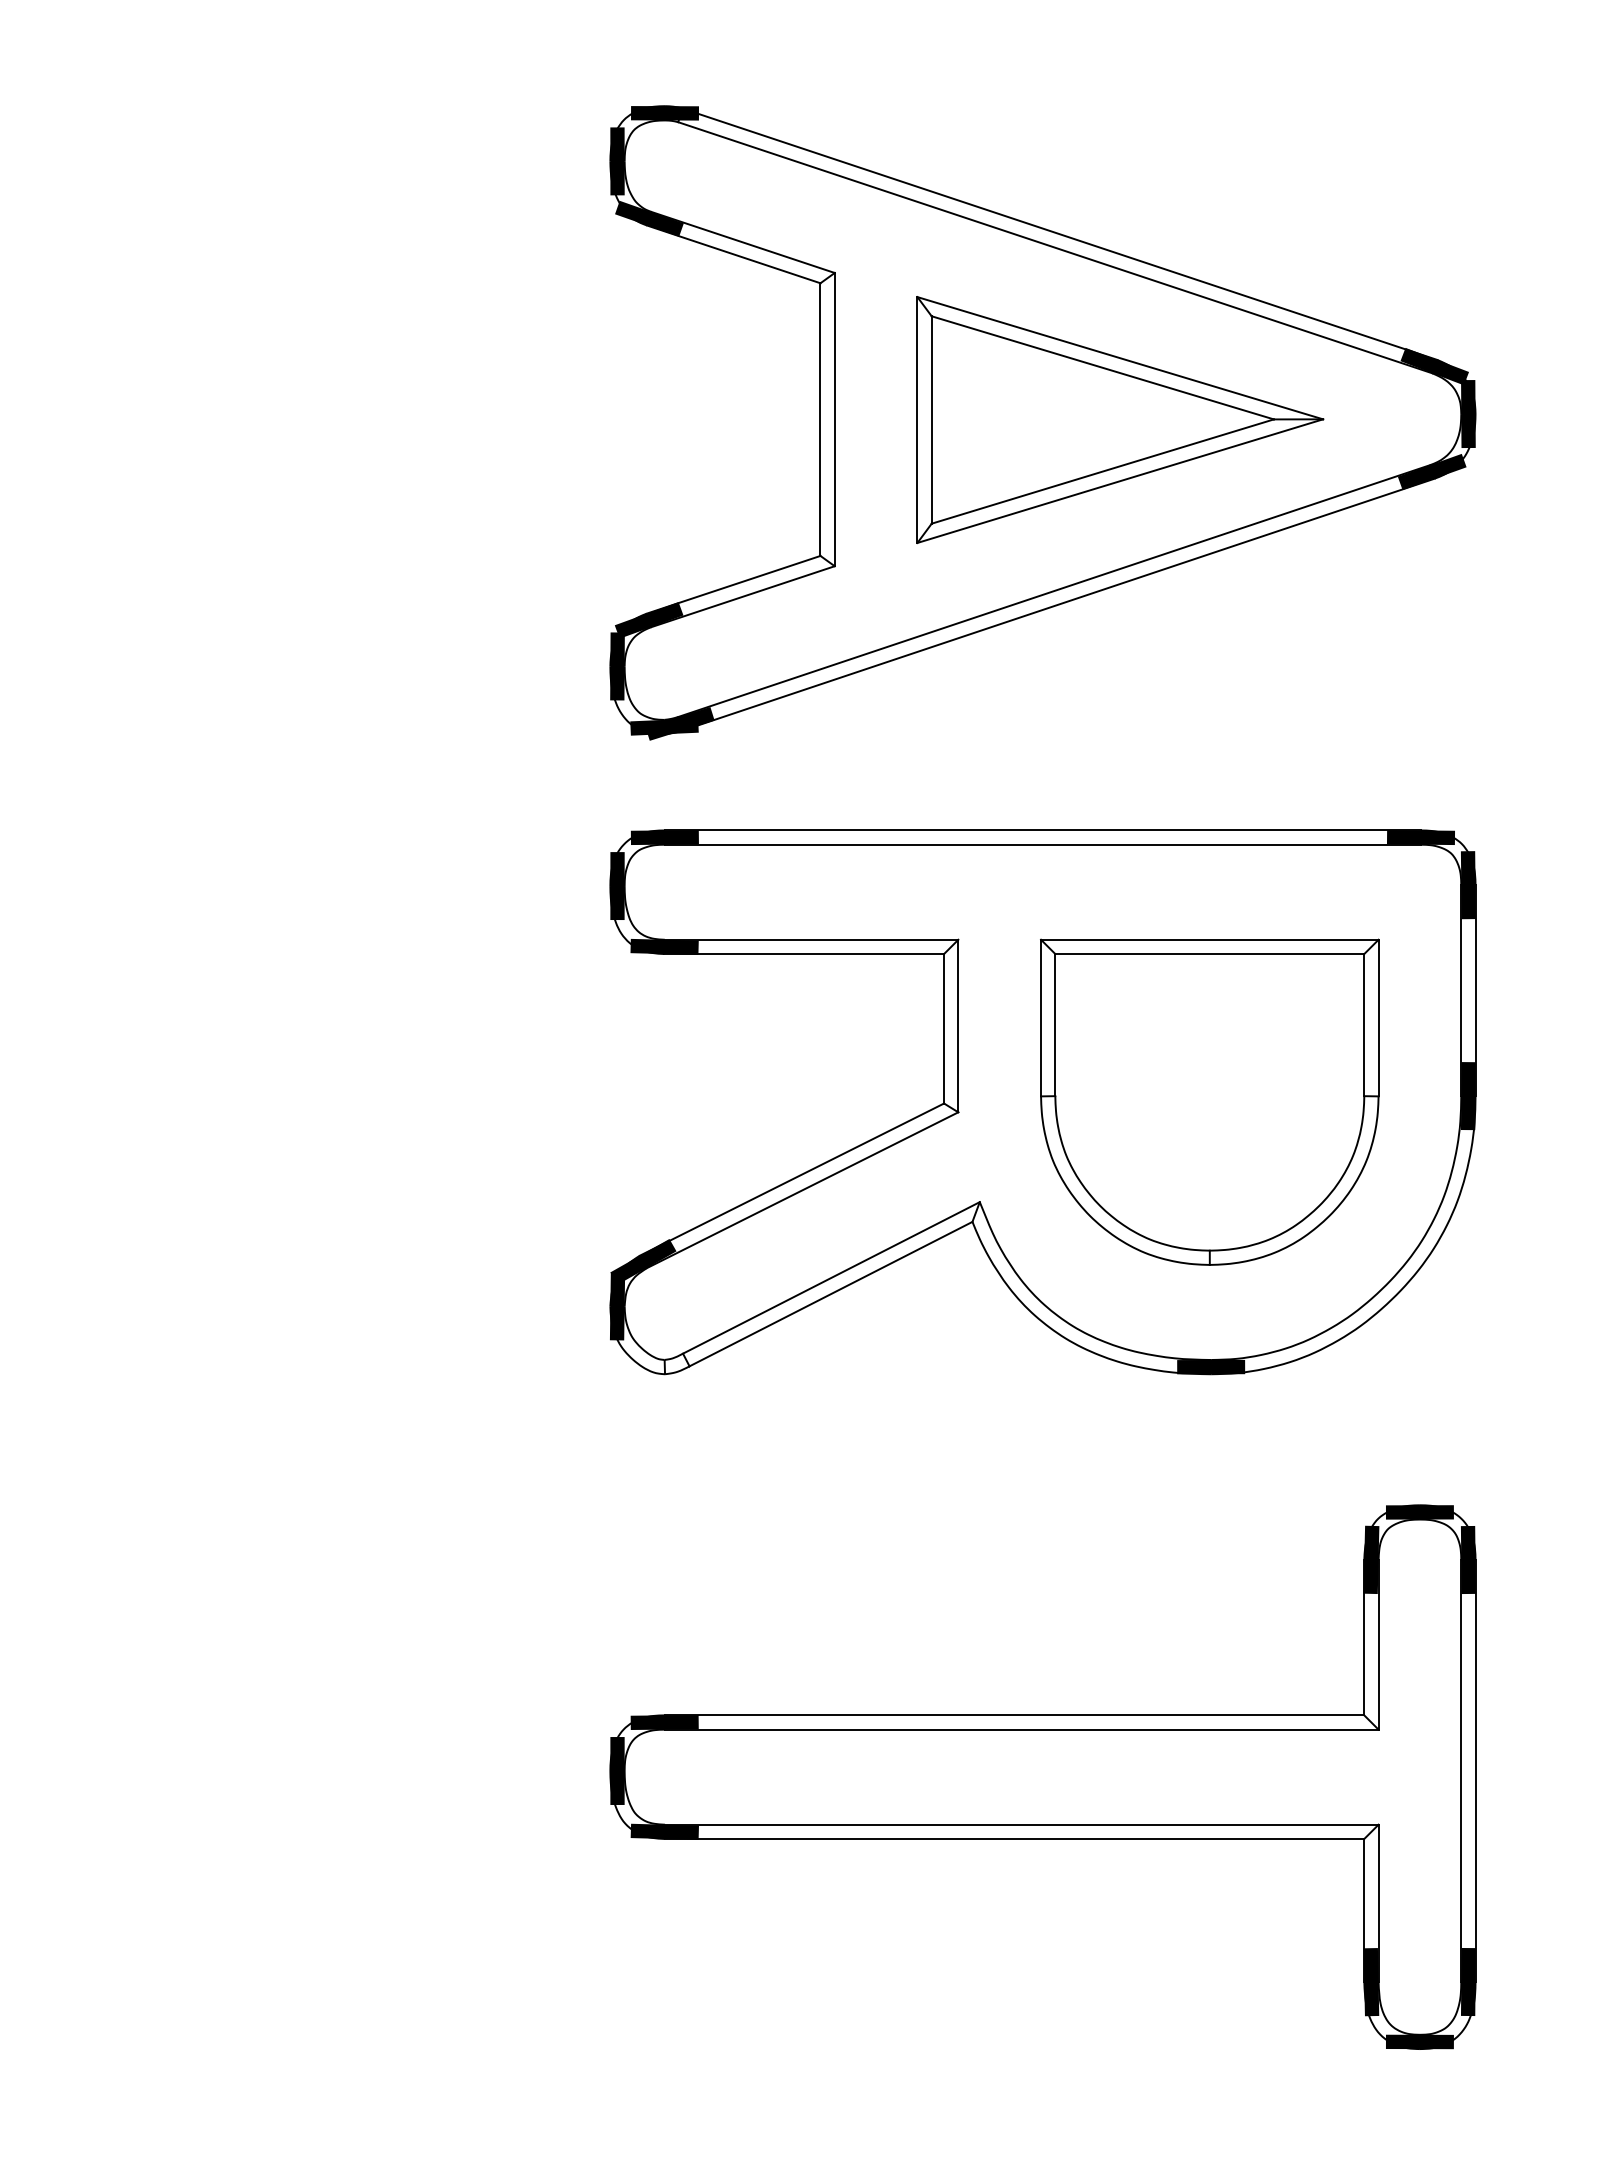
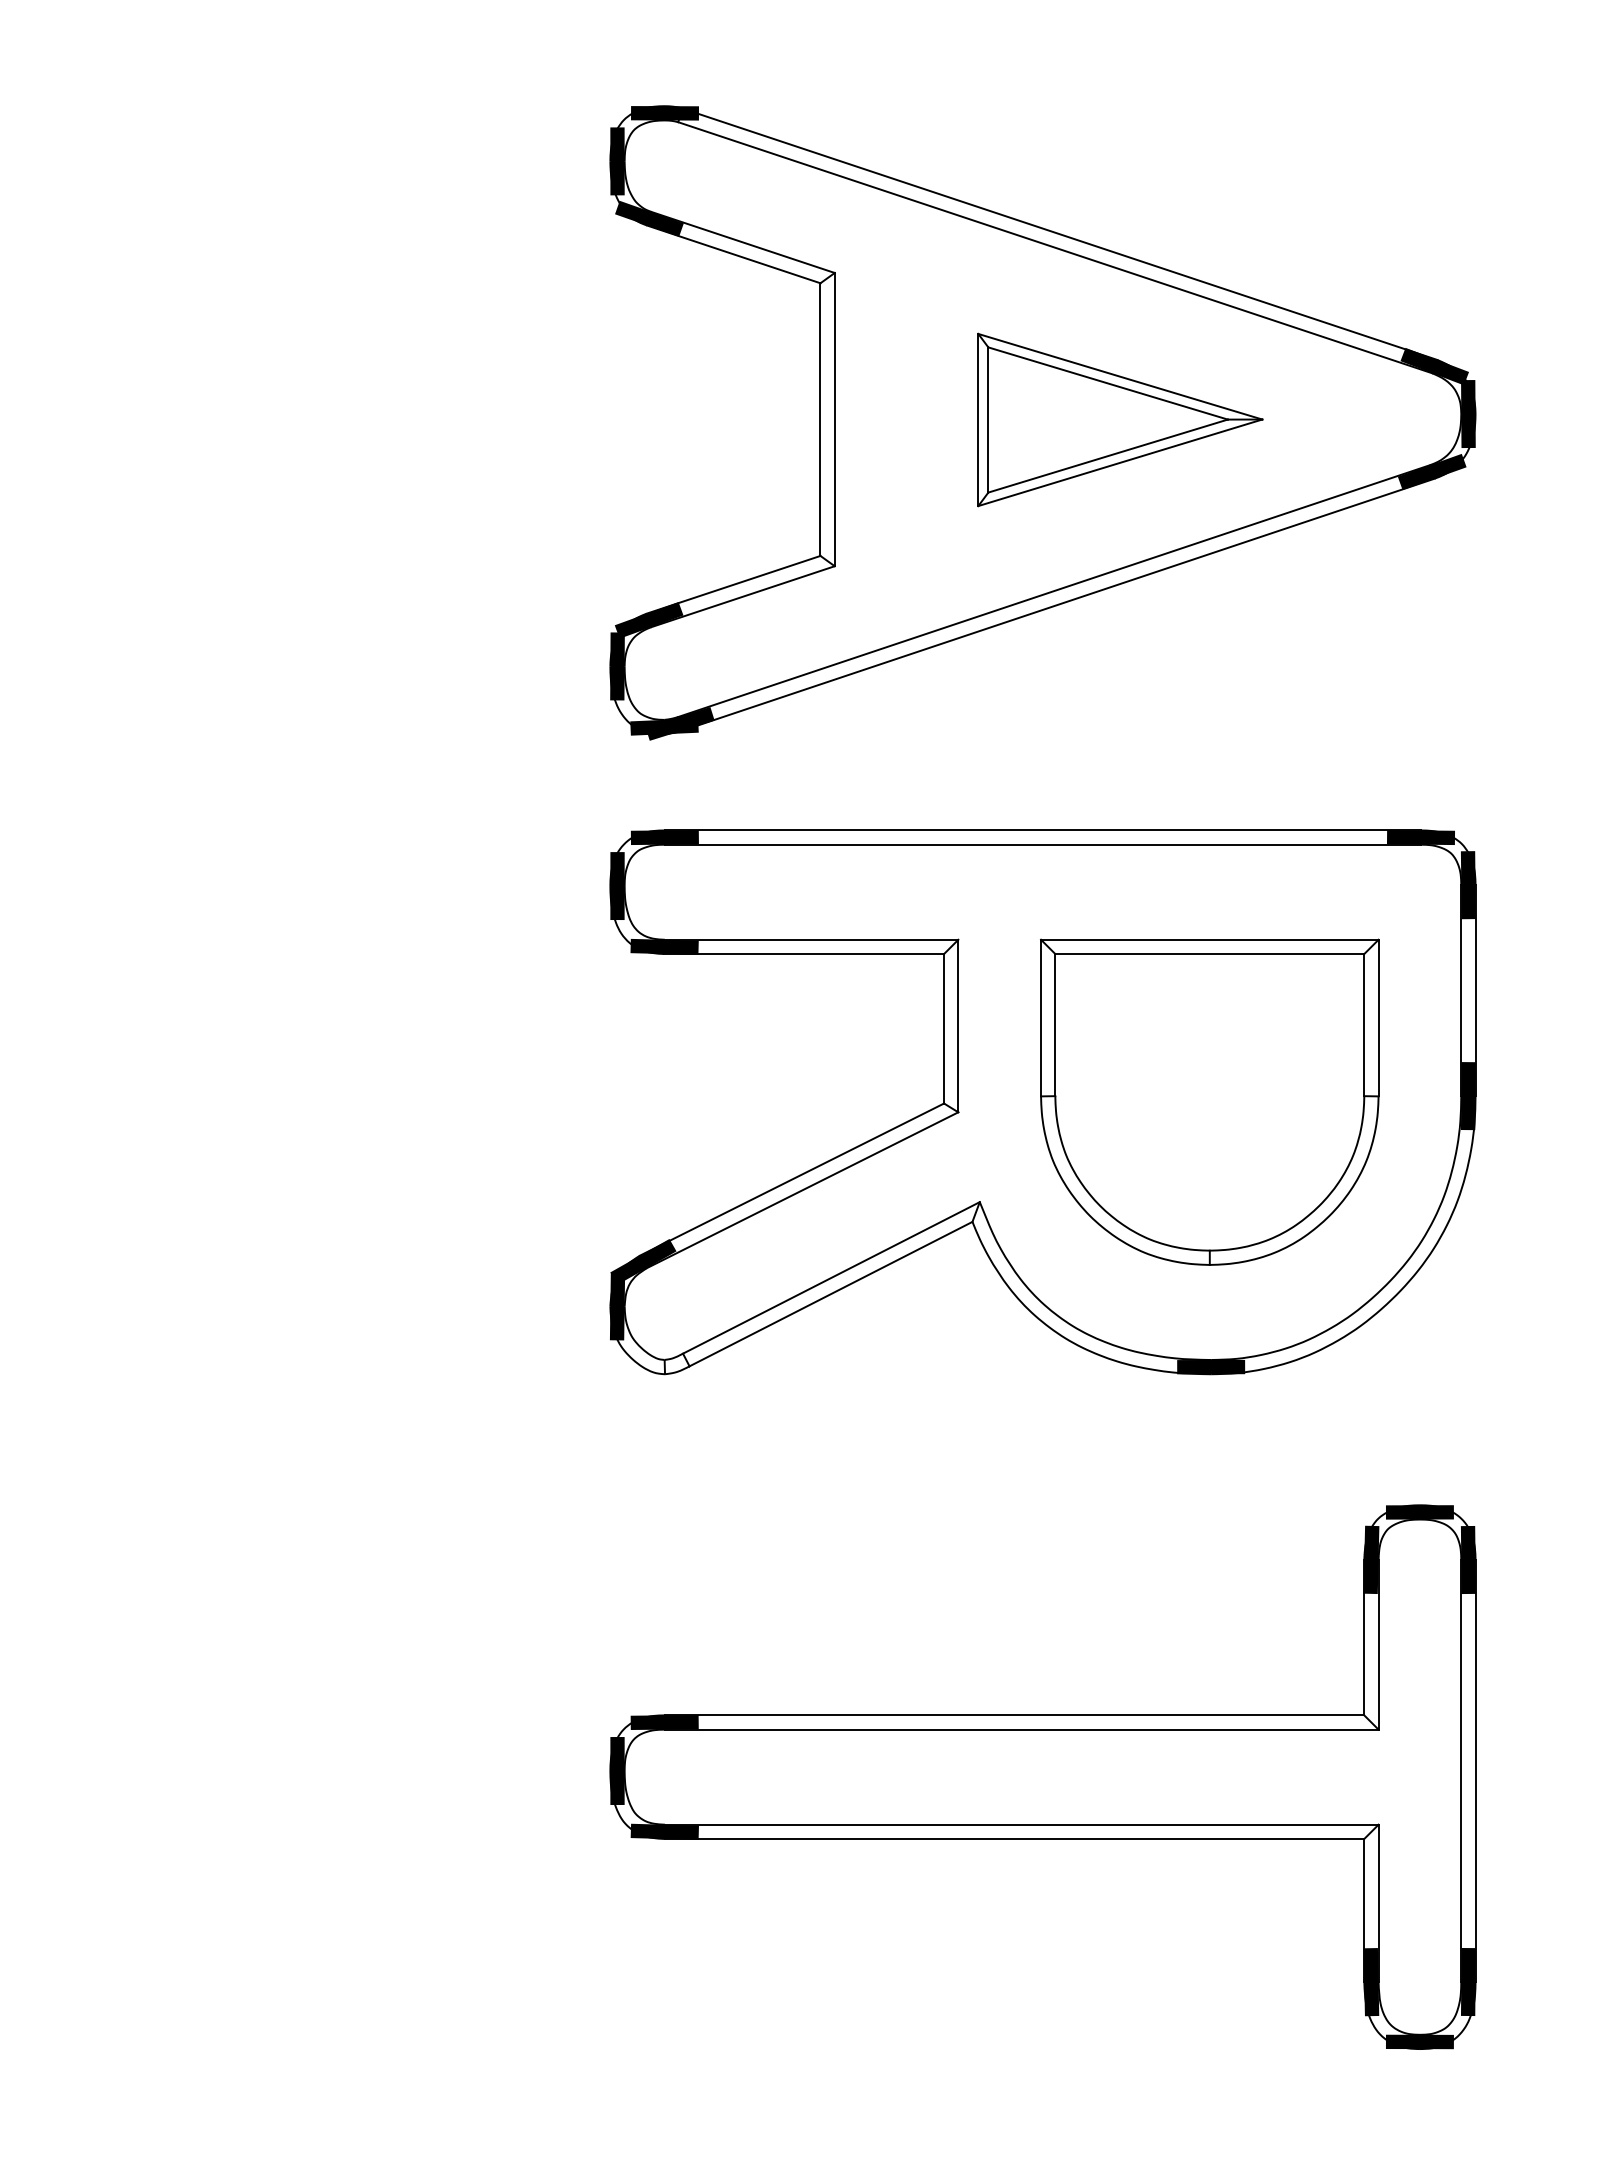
part at (1120, 419) size: 409x248 px -> 287x176 px
